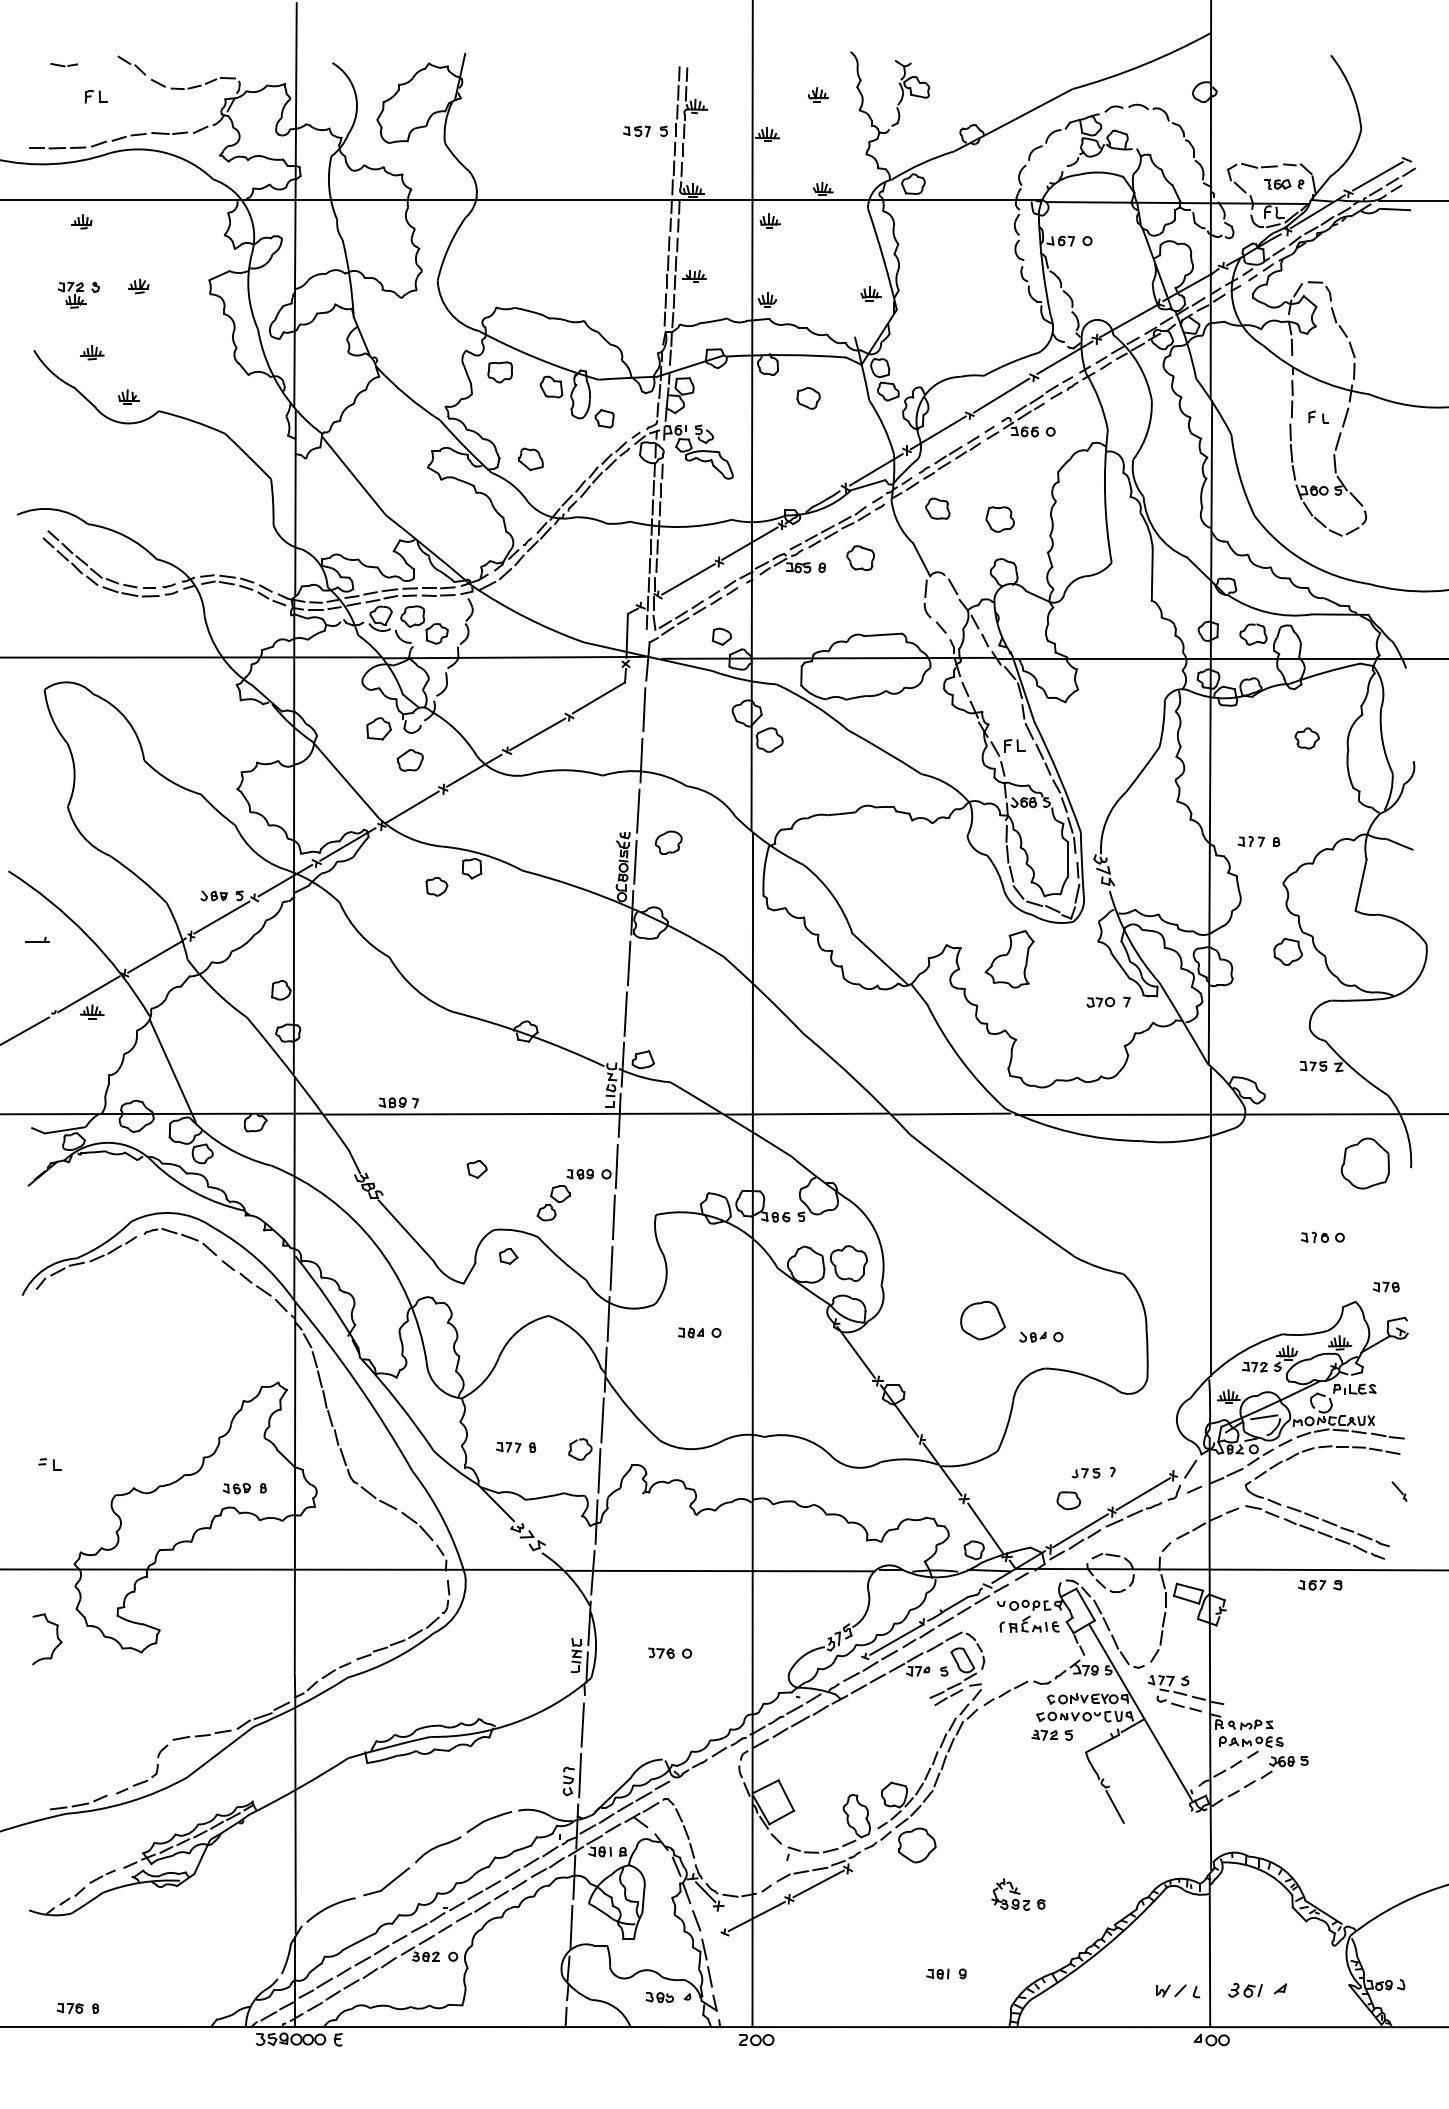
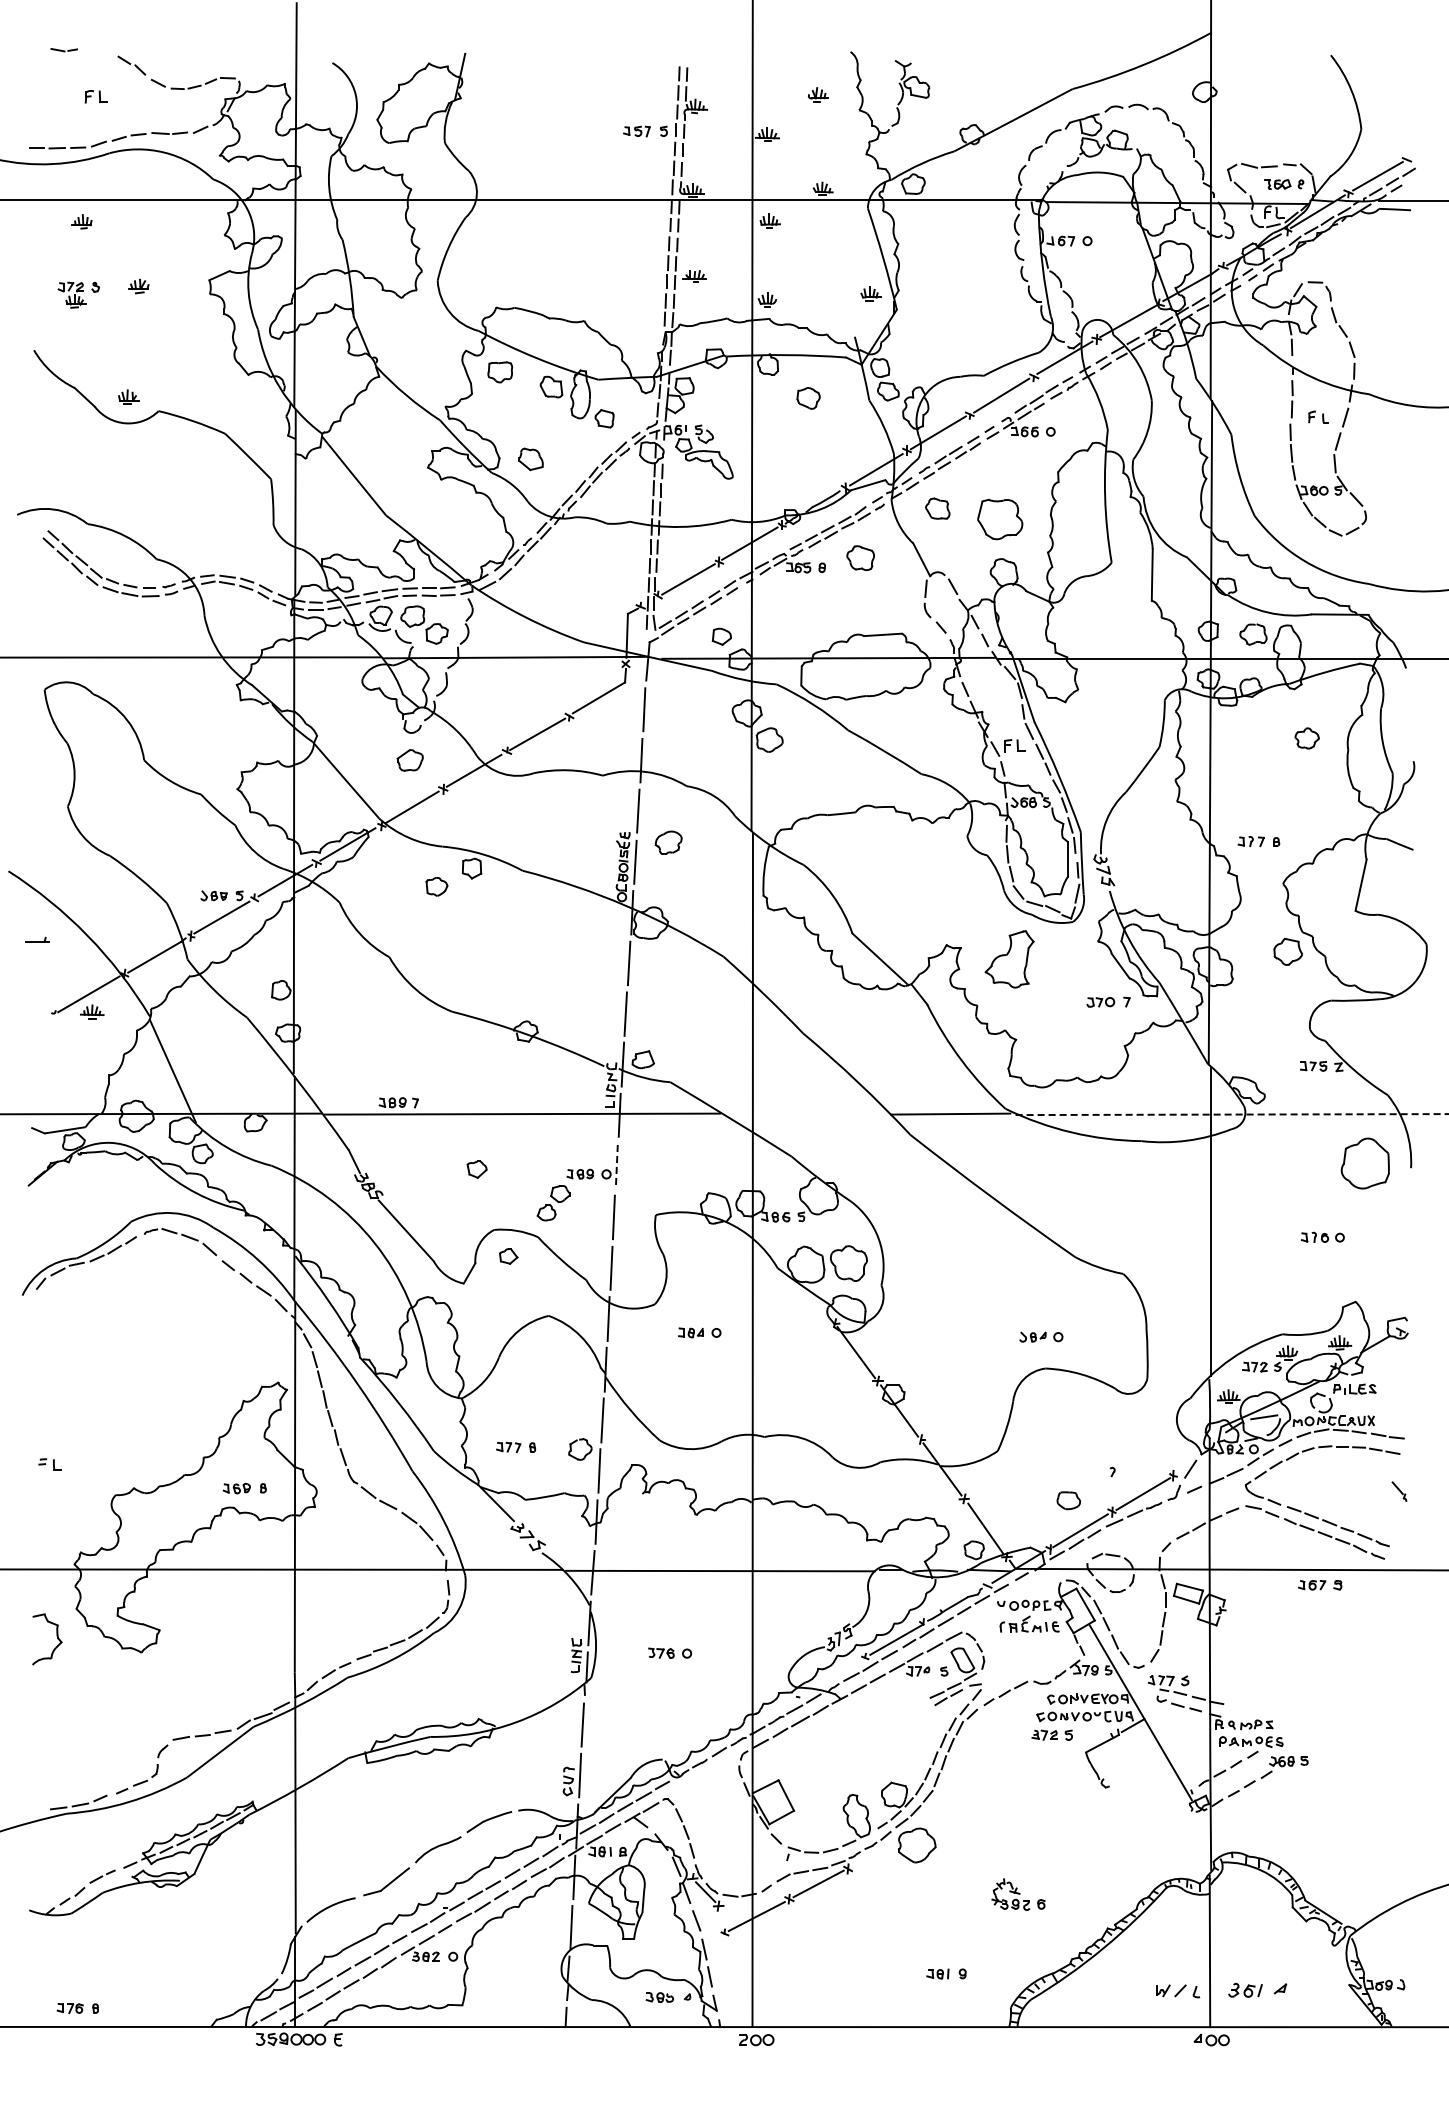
part at (63, 65) position: (63, 65) -> (63, 50)
part at (92, 352): present -> none
part at (999, 519) size: 30x27 px -> 47x43 px
part at (378, 728): present -> none
line at (25, 1030): present -> none
line at (806, 1113): present -> none
line at (1232, 1114): solid -> dashed
line at (616, 1166): solid -> dashed
part at (1385, 1286): present -> none
part at (982, 1320): present -> none
part at (1085, 1473): present -> none
line at (1114, 1806): present -> none
